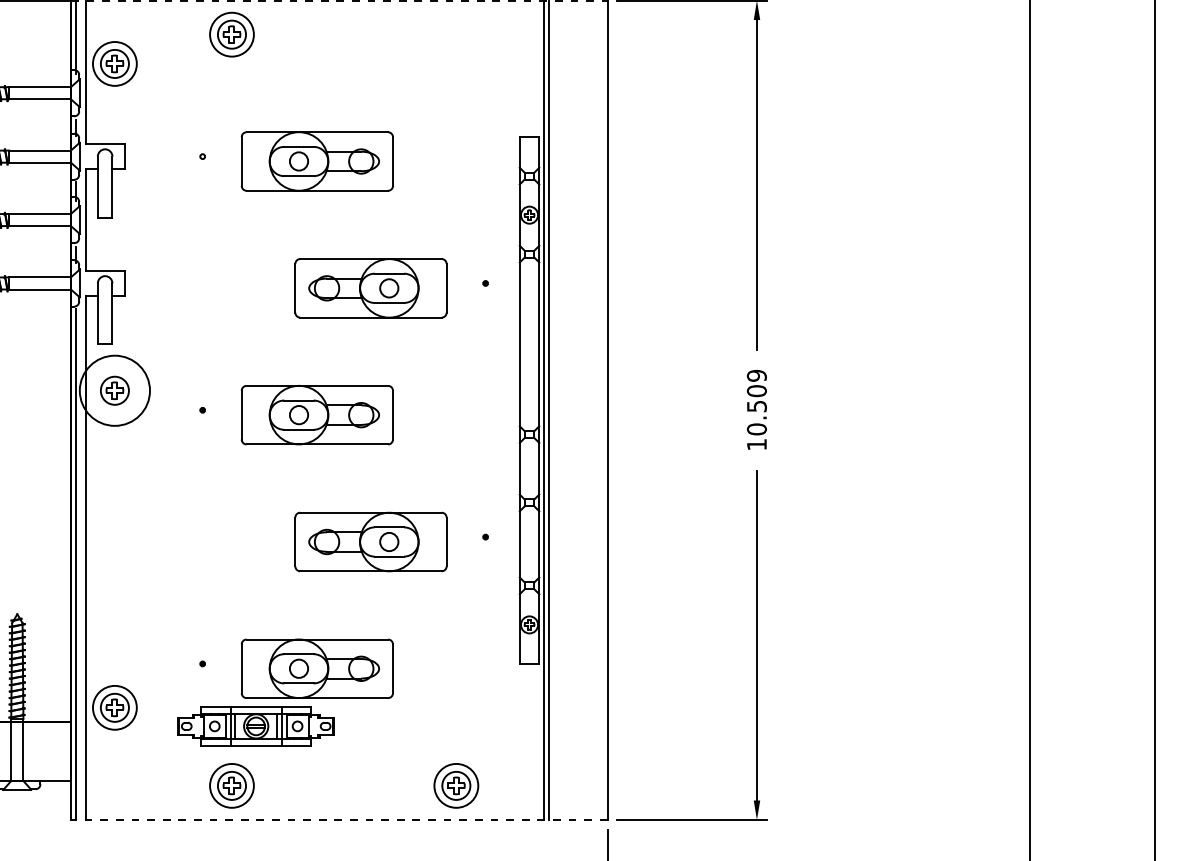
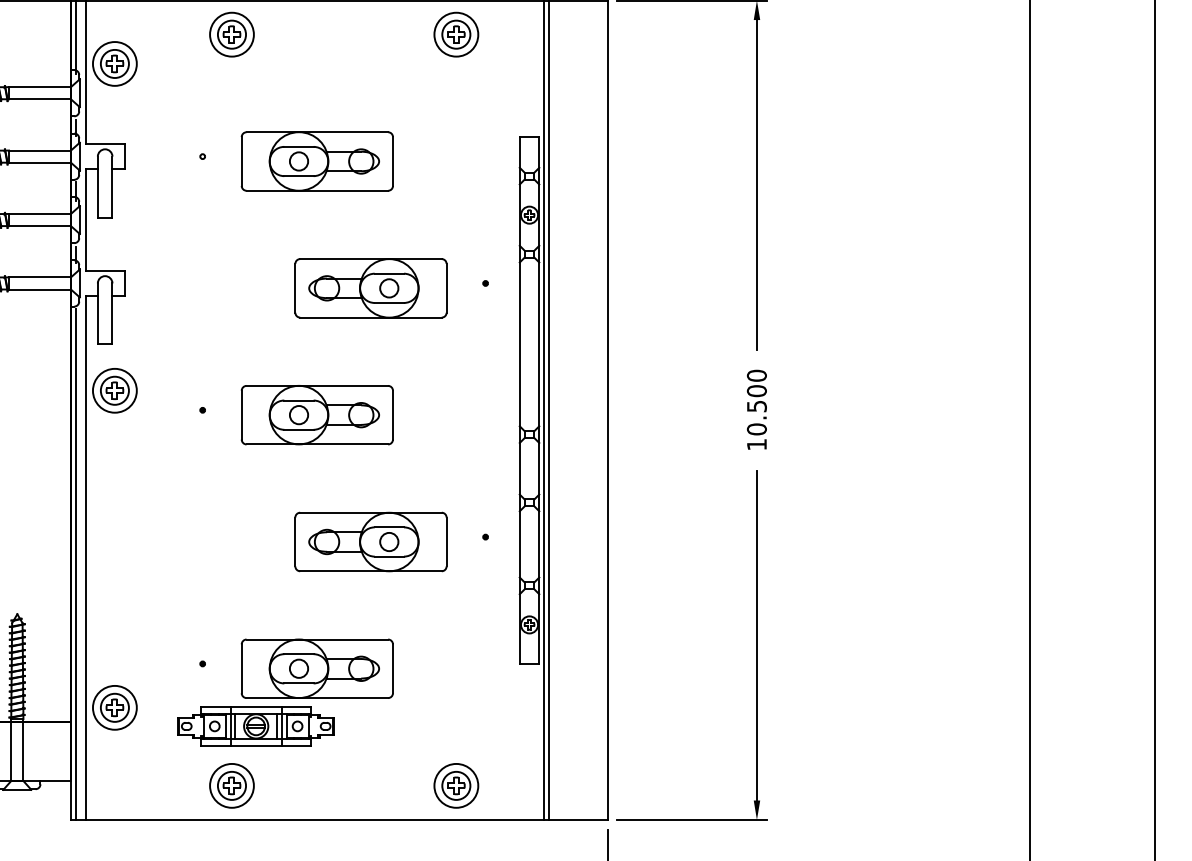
line at (339, 0): dashed -> solid
part at (456, 34): none -> present
text at (756, 375): 10.509 -> 10.500
circle at (114, 390) diameter: 70 px -> 44 px
line at (338, 820): dashed -> solid
